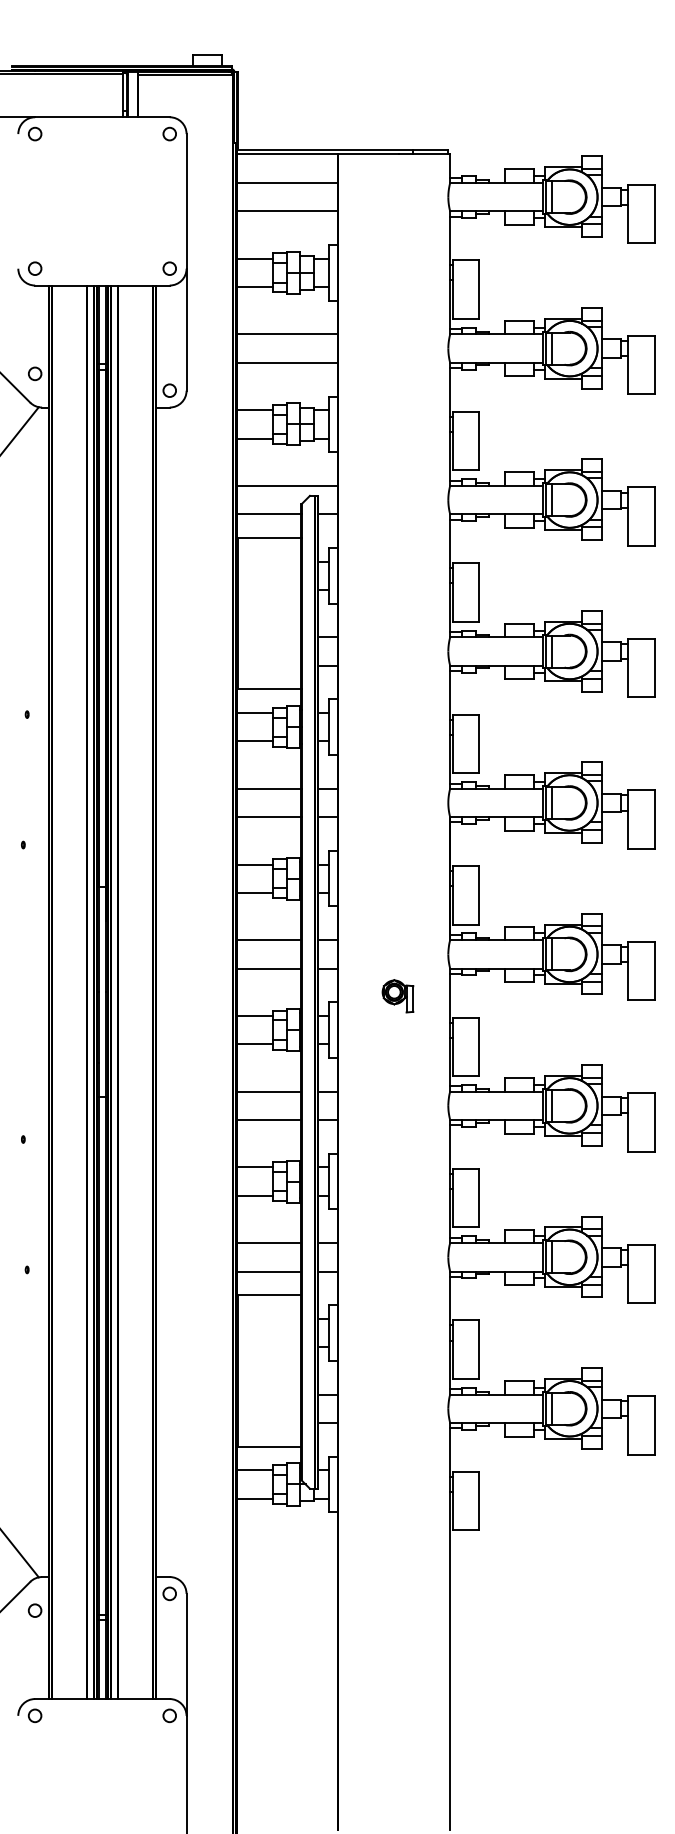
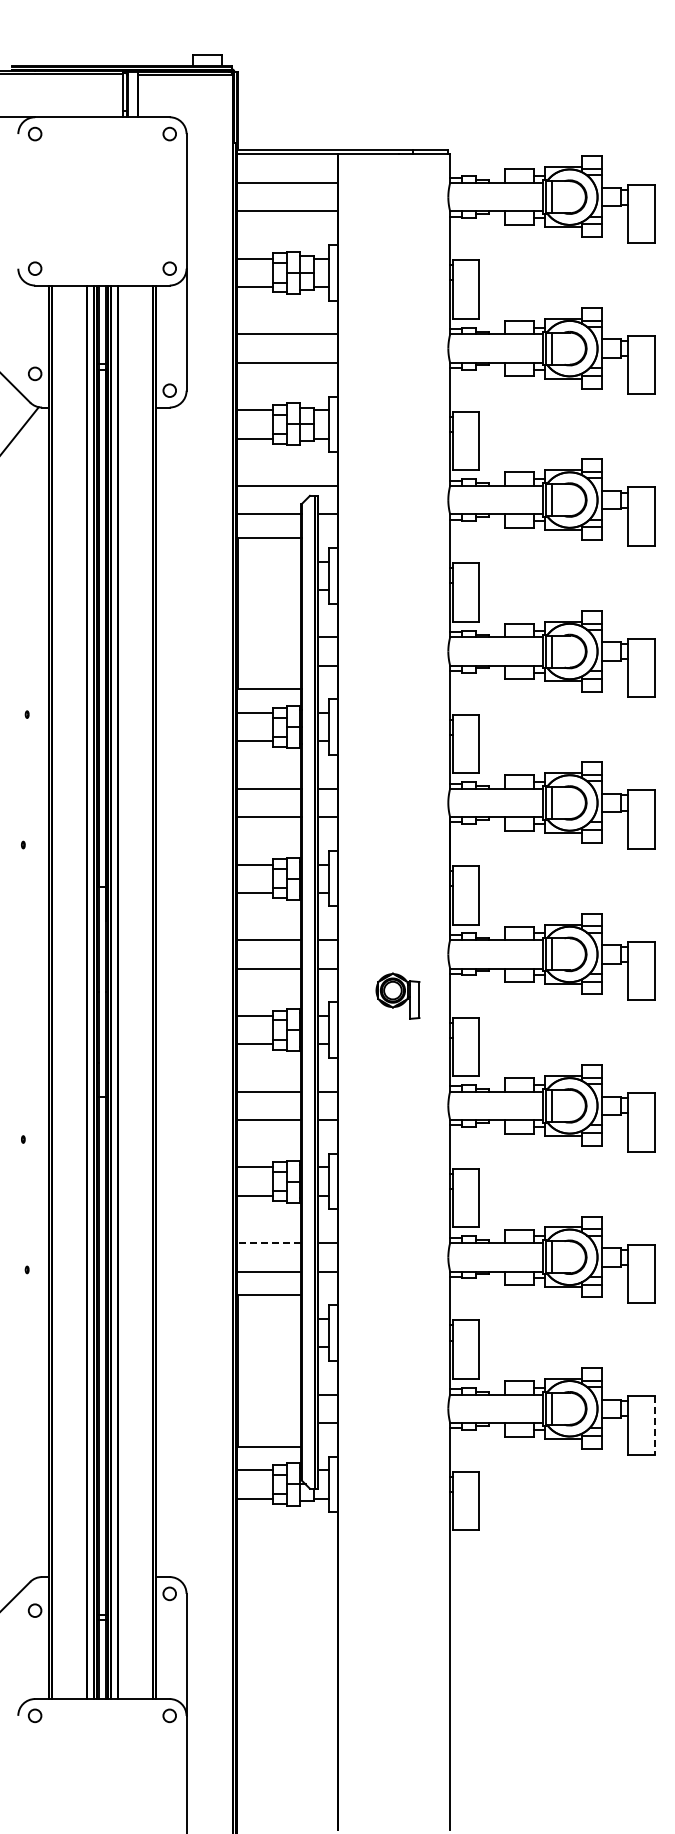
part at (397, 996) size: 34x35 px -> 46x48 px
line at (268, 1243): solid -> dashed
line at (654, 1425): solid -> dashed
line at (20, 1554): present -> none
